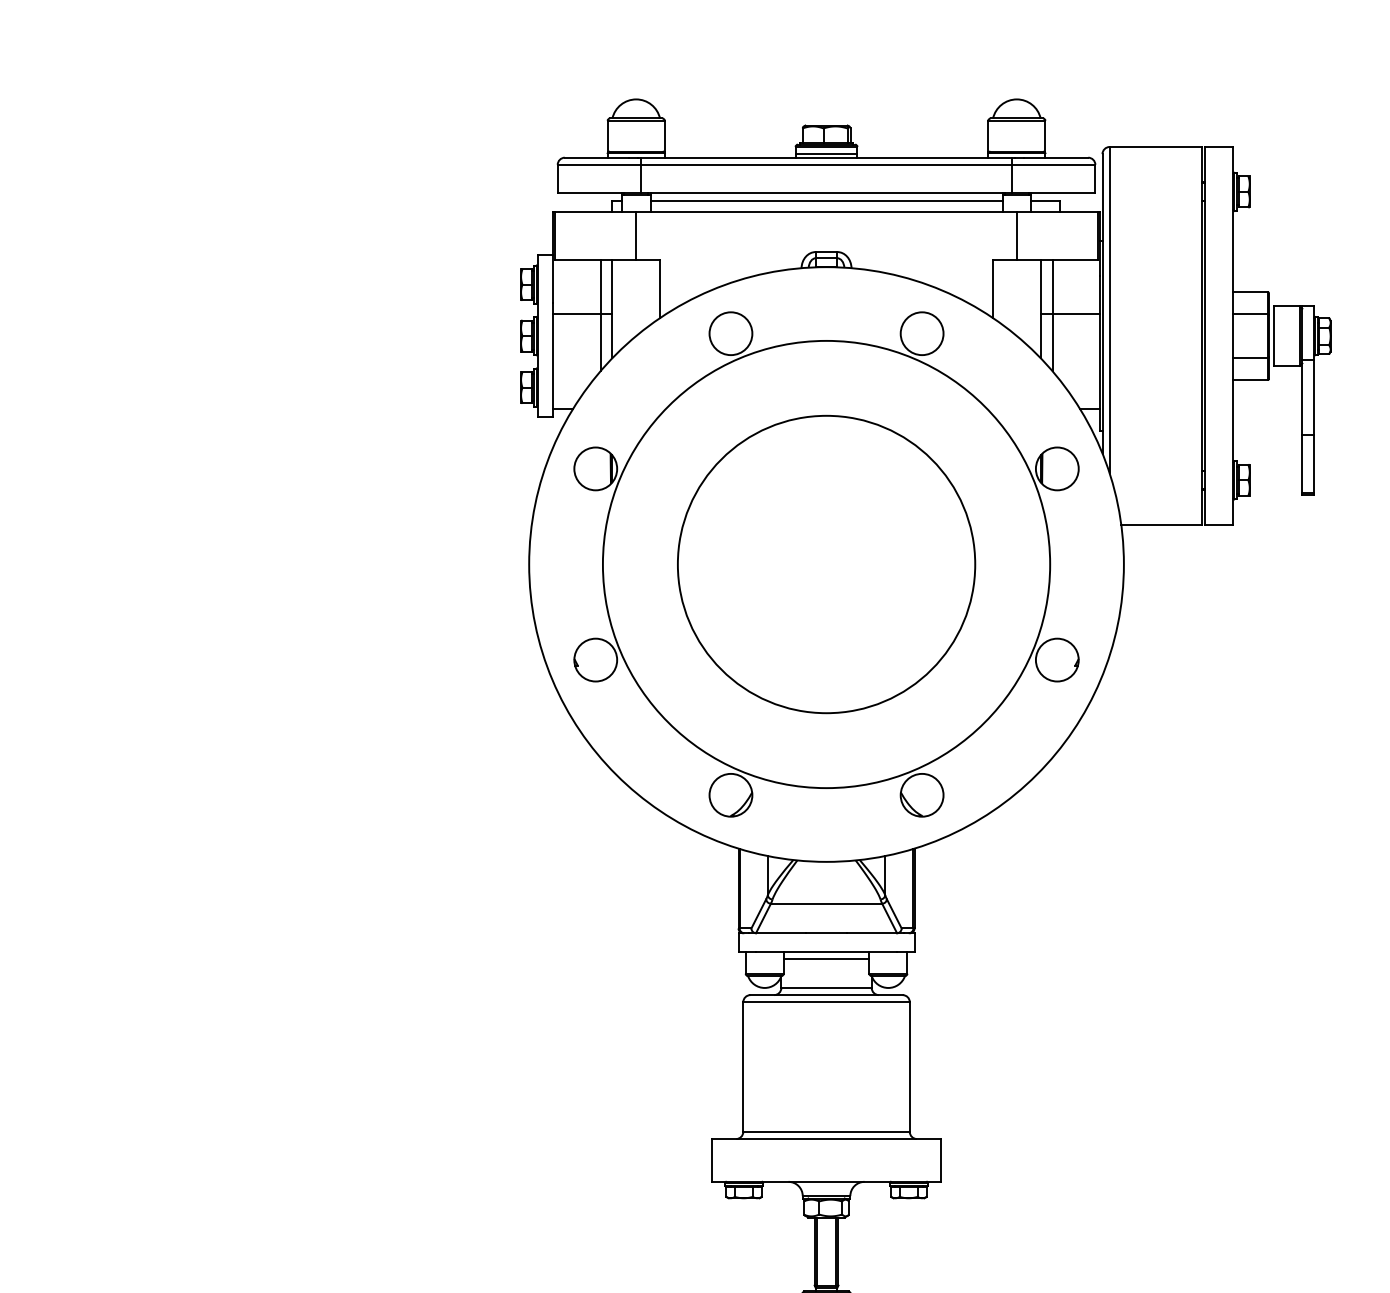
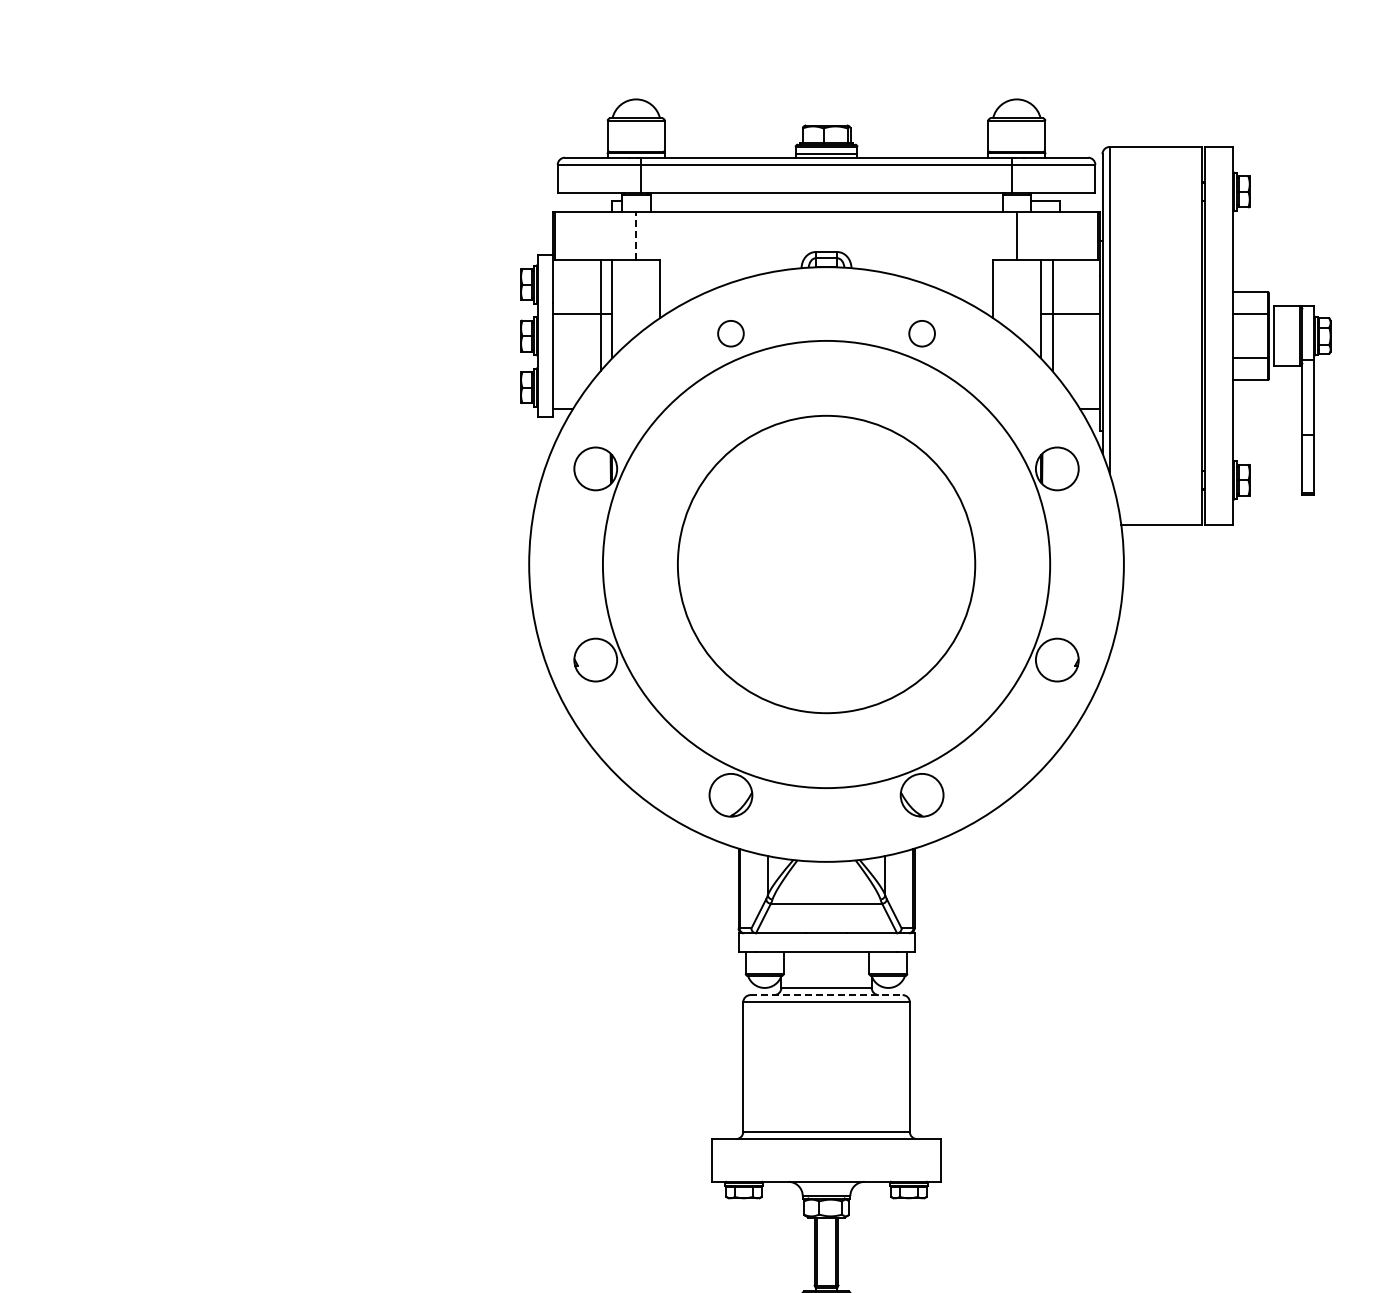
line at (826, 200): present -> none
line at (636, 236): solid -> dashed
circle at (730, 333) diameter: 43 px -> 26 px
circle at (921, 333) diameter: 43 px -> 26 px
line at (826, 959): present -> none
line at (827, 995): solid -> dashed
